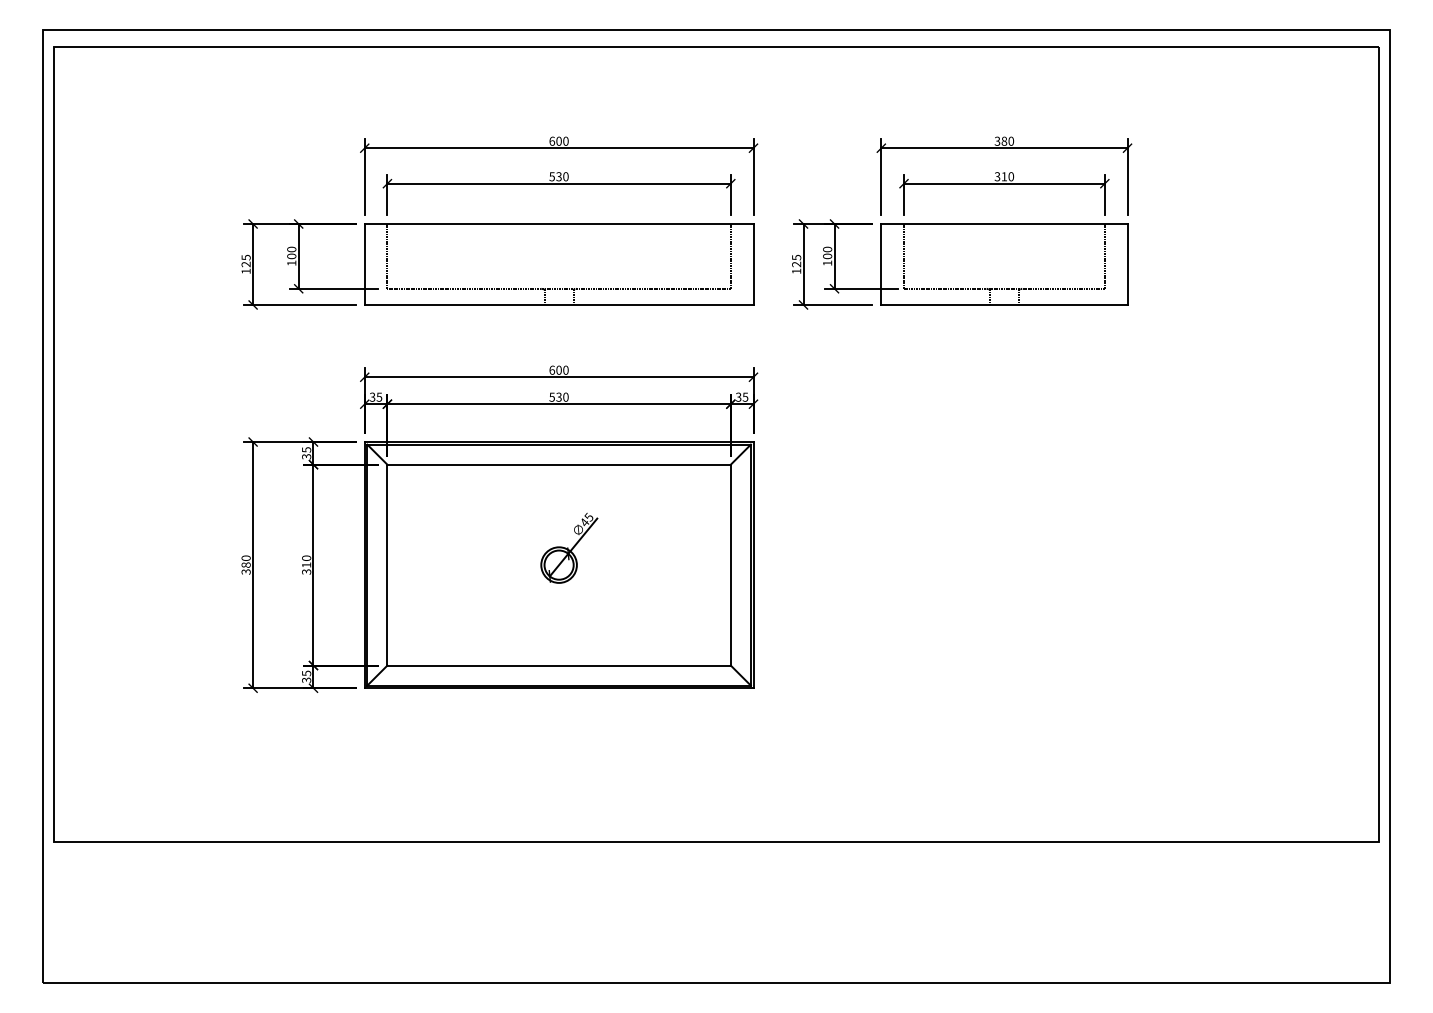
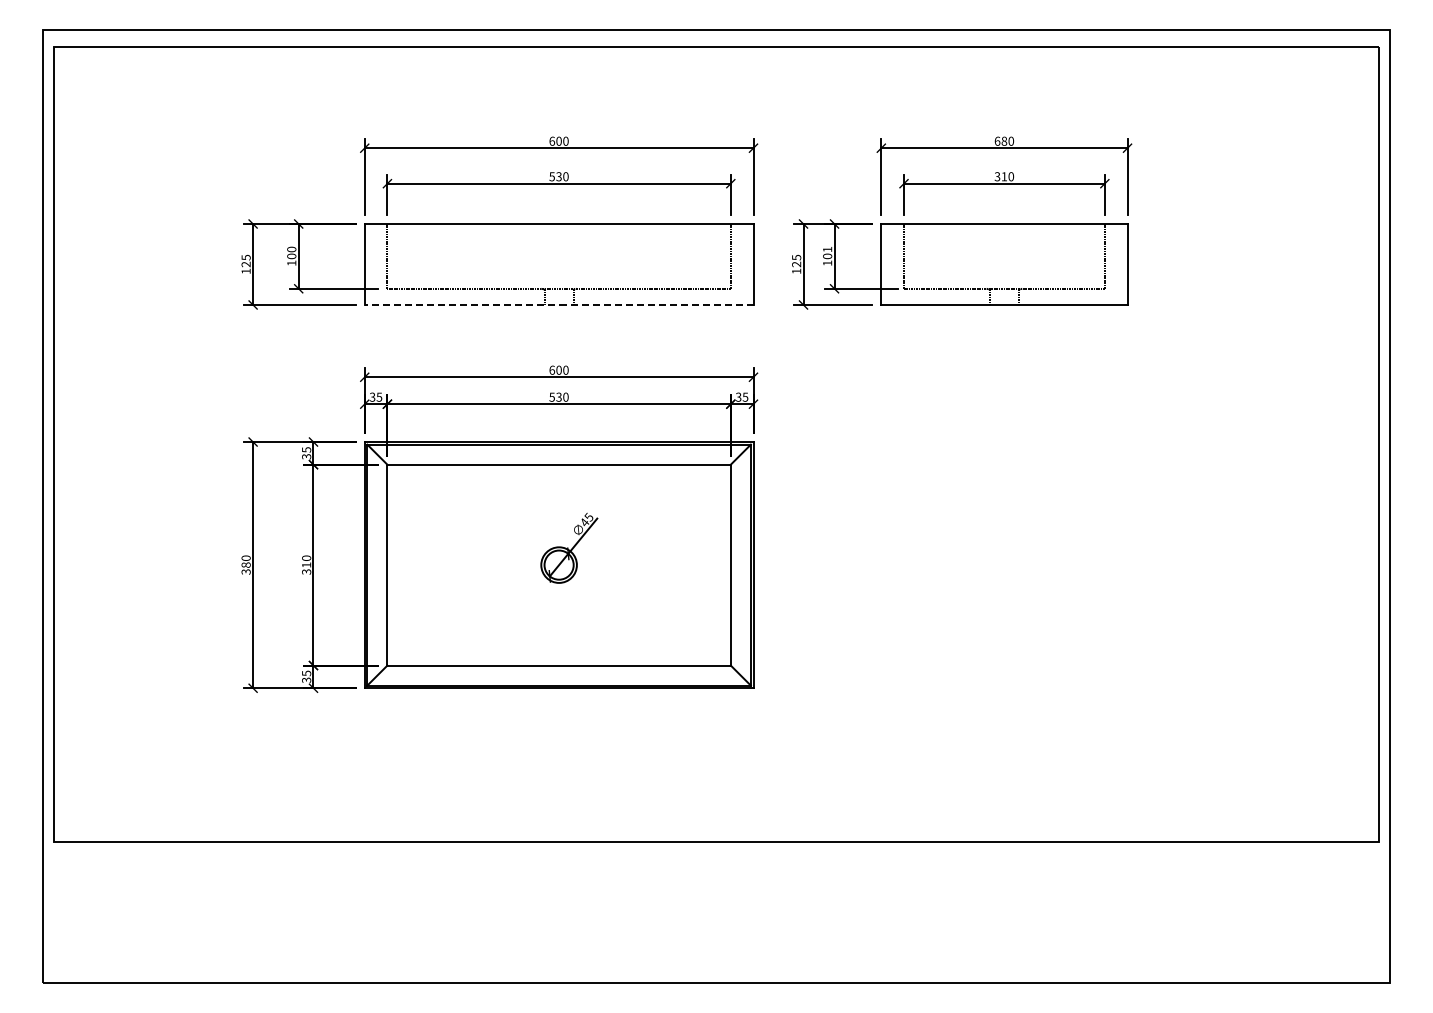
text at (997, 140): 380 -> 680
text at (827, 249): 100 -> 101
line at (558, 304): solid -> dashed
